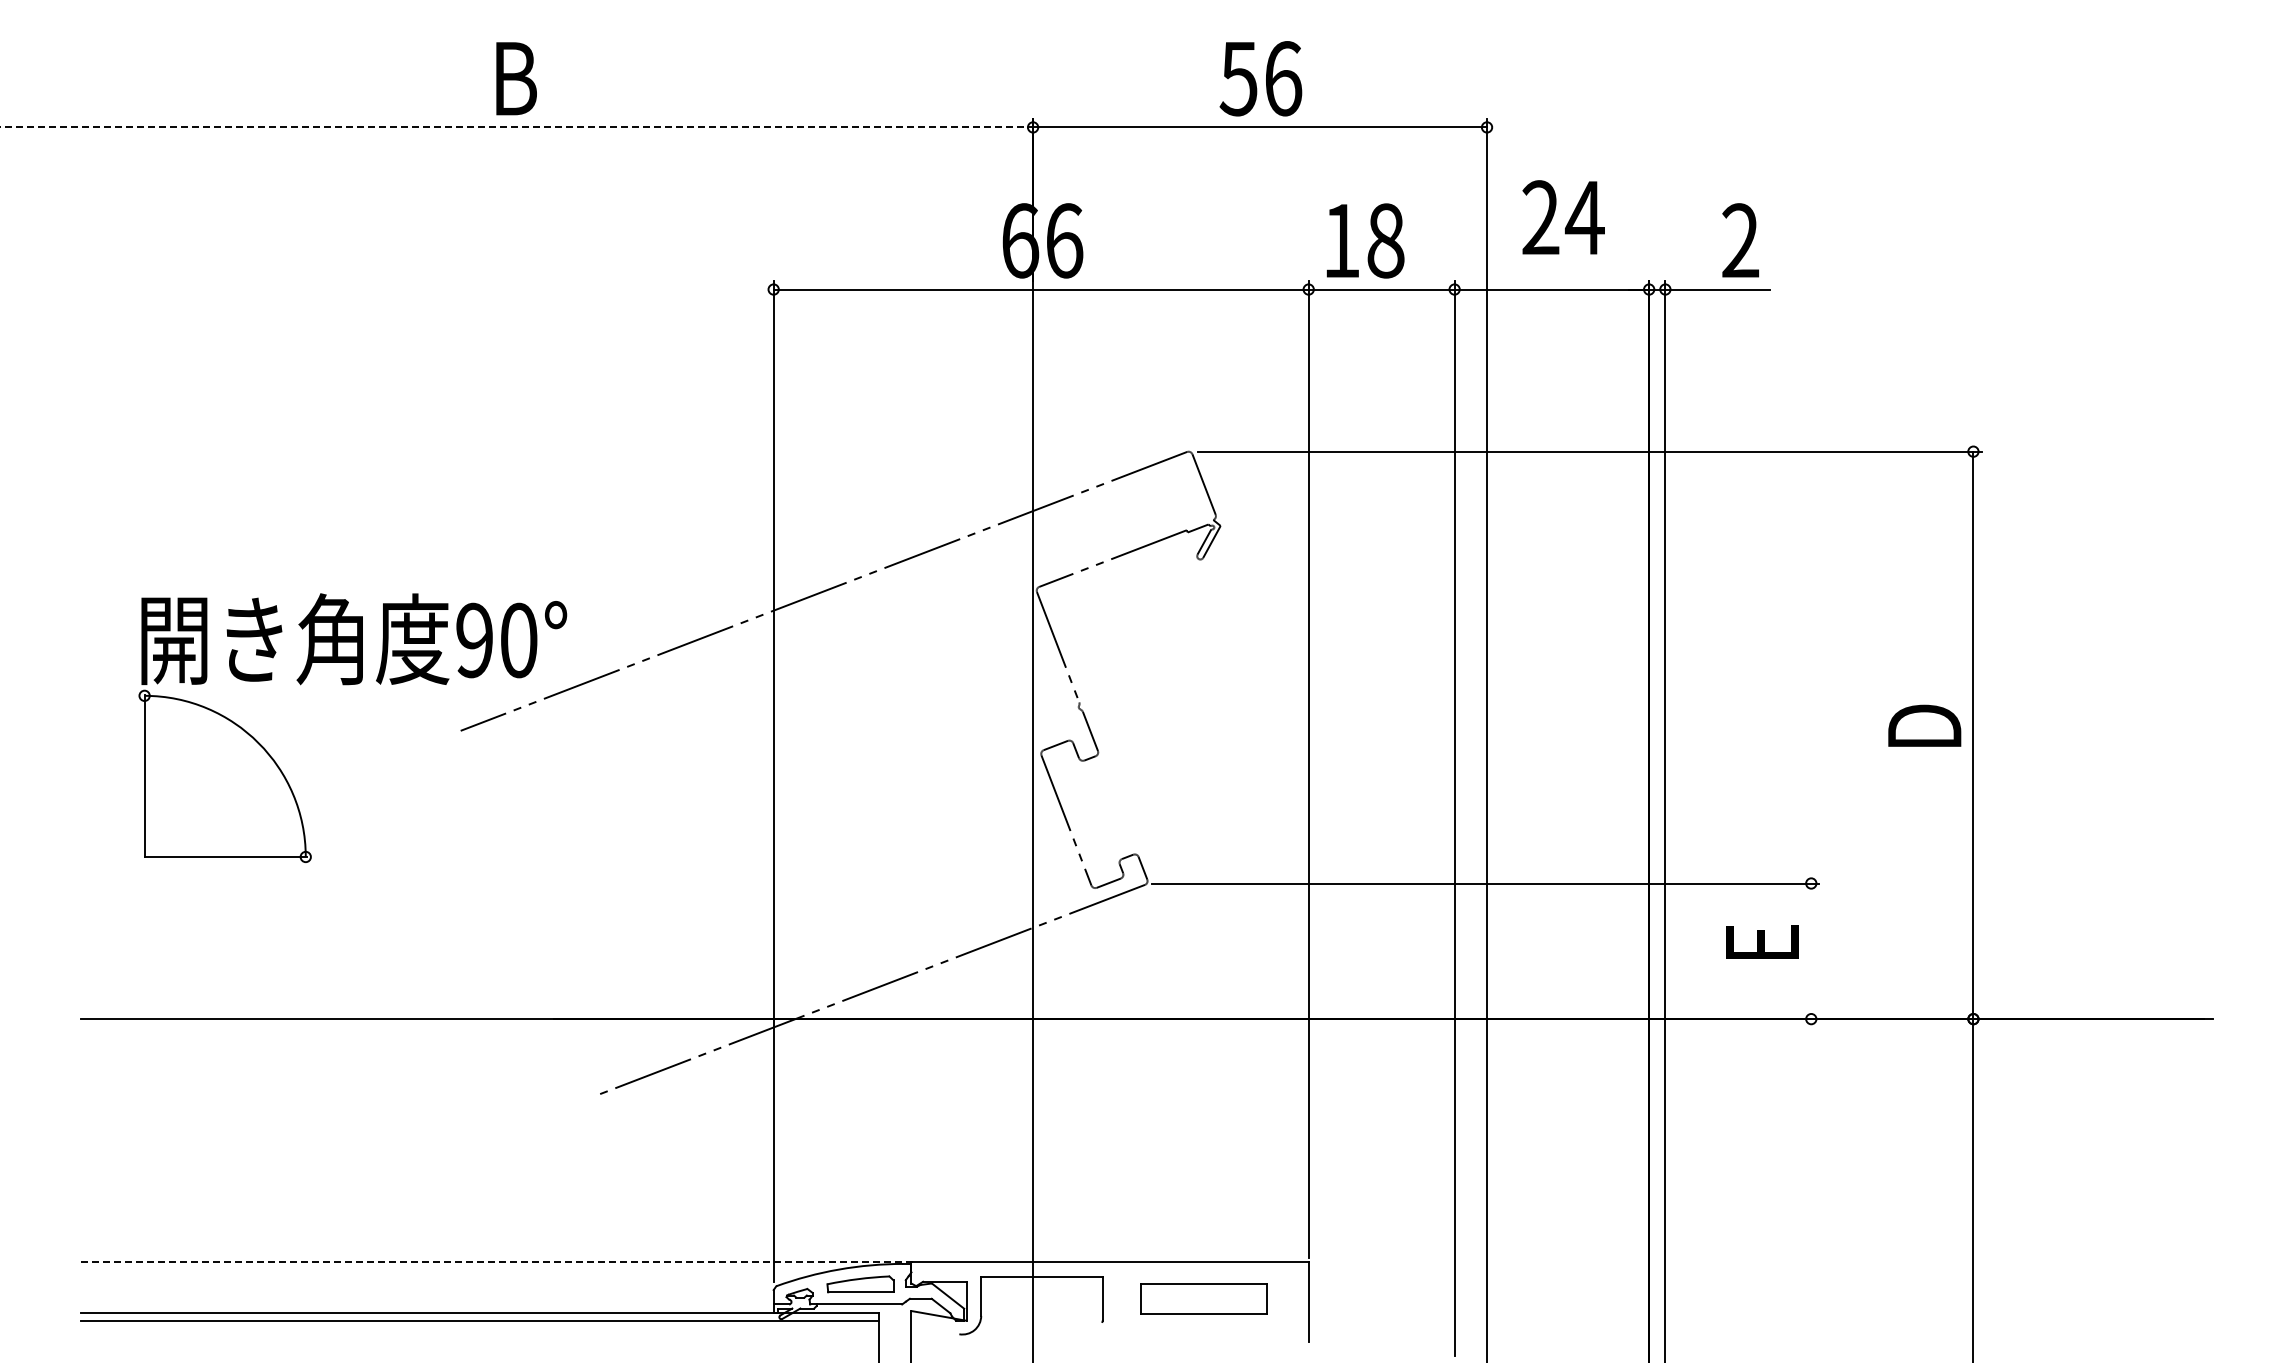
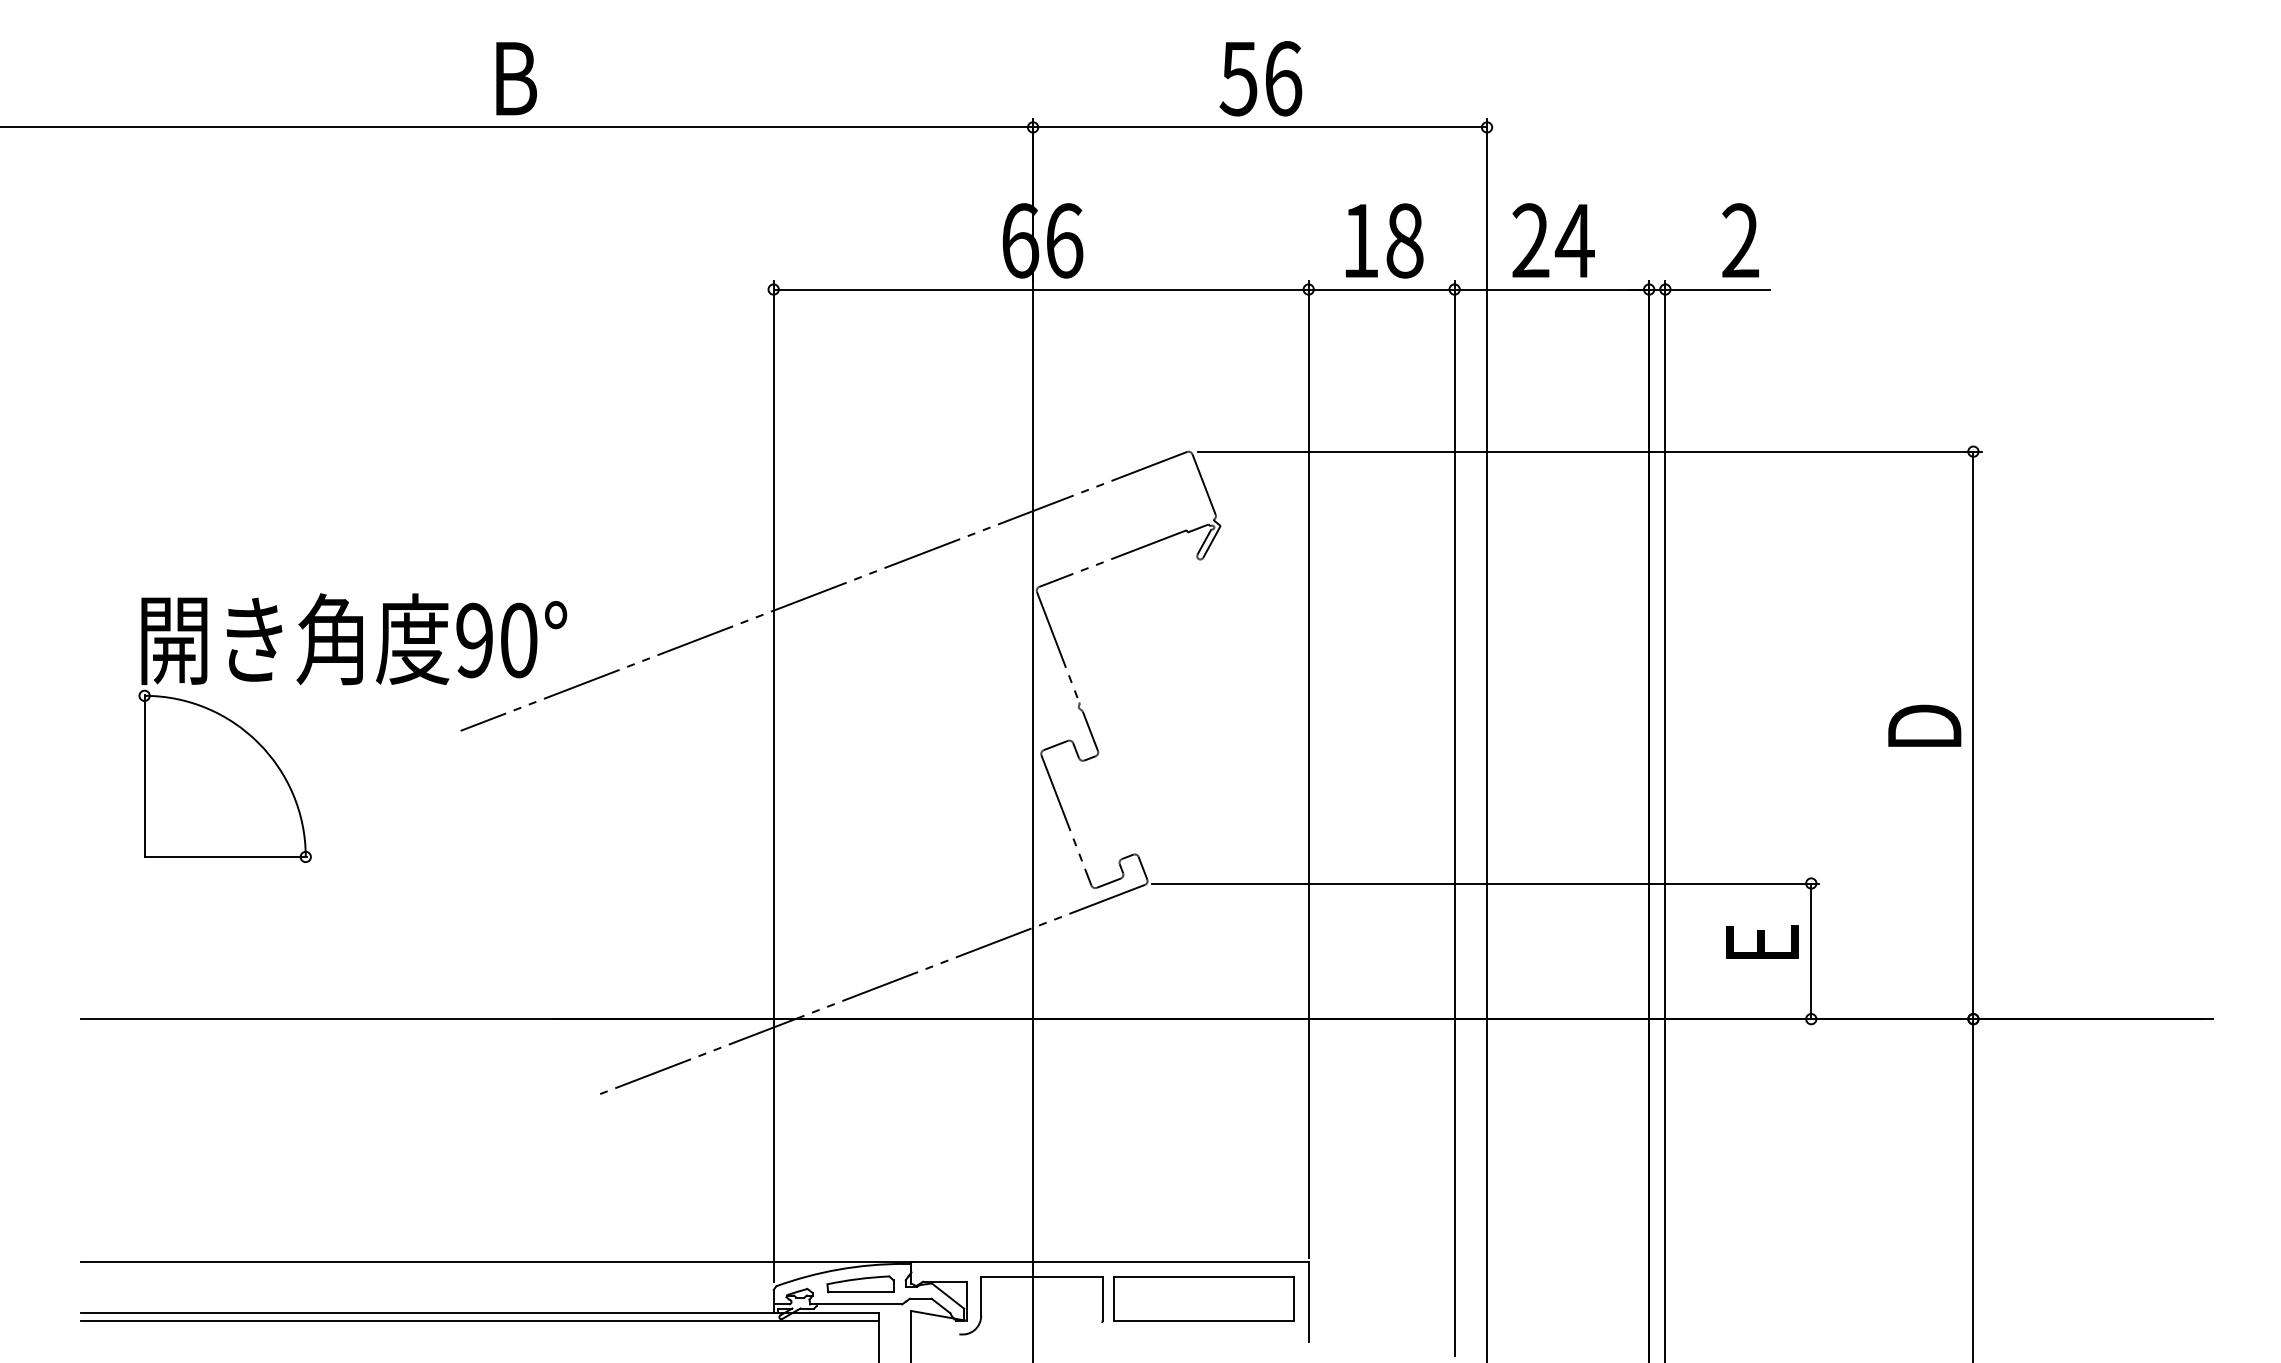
line at (517, 127): dashed -> solid
text at (1563, 217) position: (1563, 217) -> (1553, 240)
text at (1365, 240) position: (1365, 240) -> (1384, 240)
line at (1811, 951): none -> present
line at (498, 1262): dashed -> solid
part at (1203, 1298) size: 128x32 px -> 182x46 px
